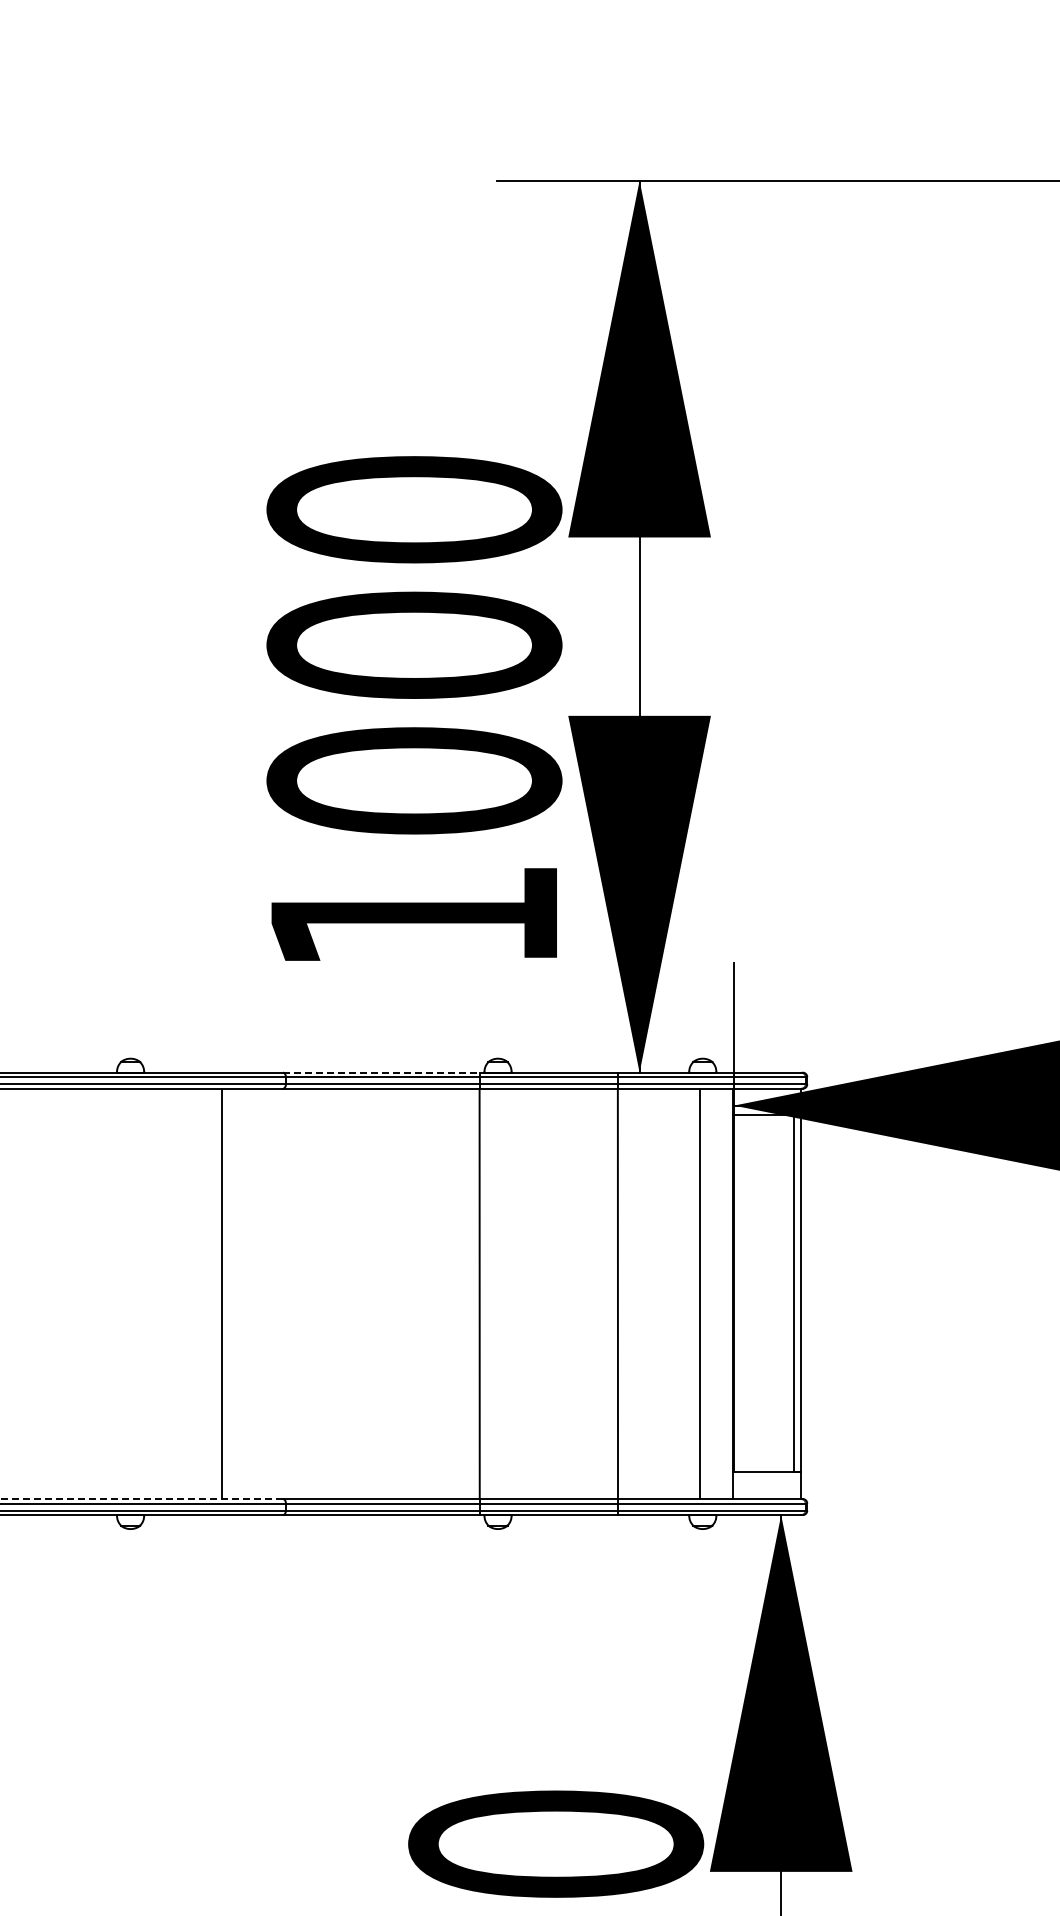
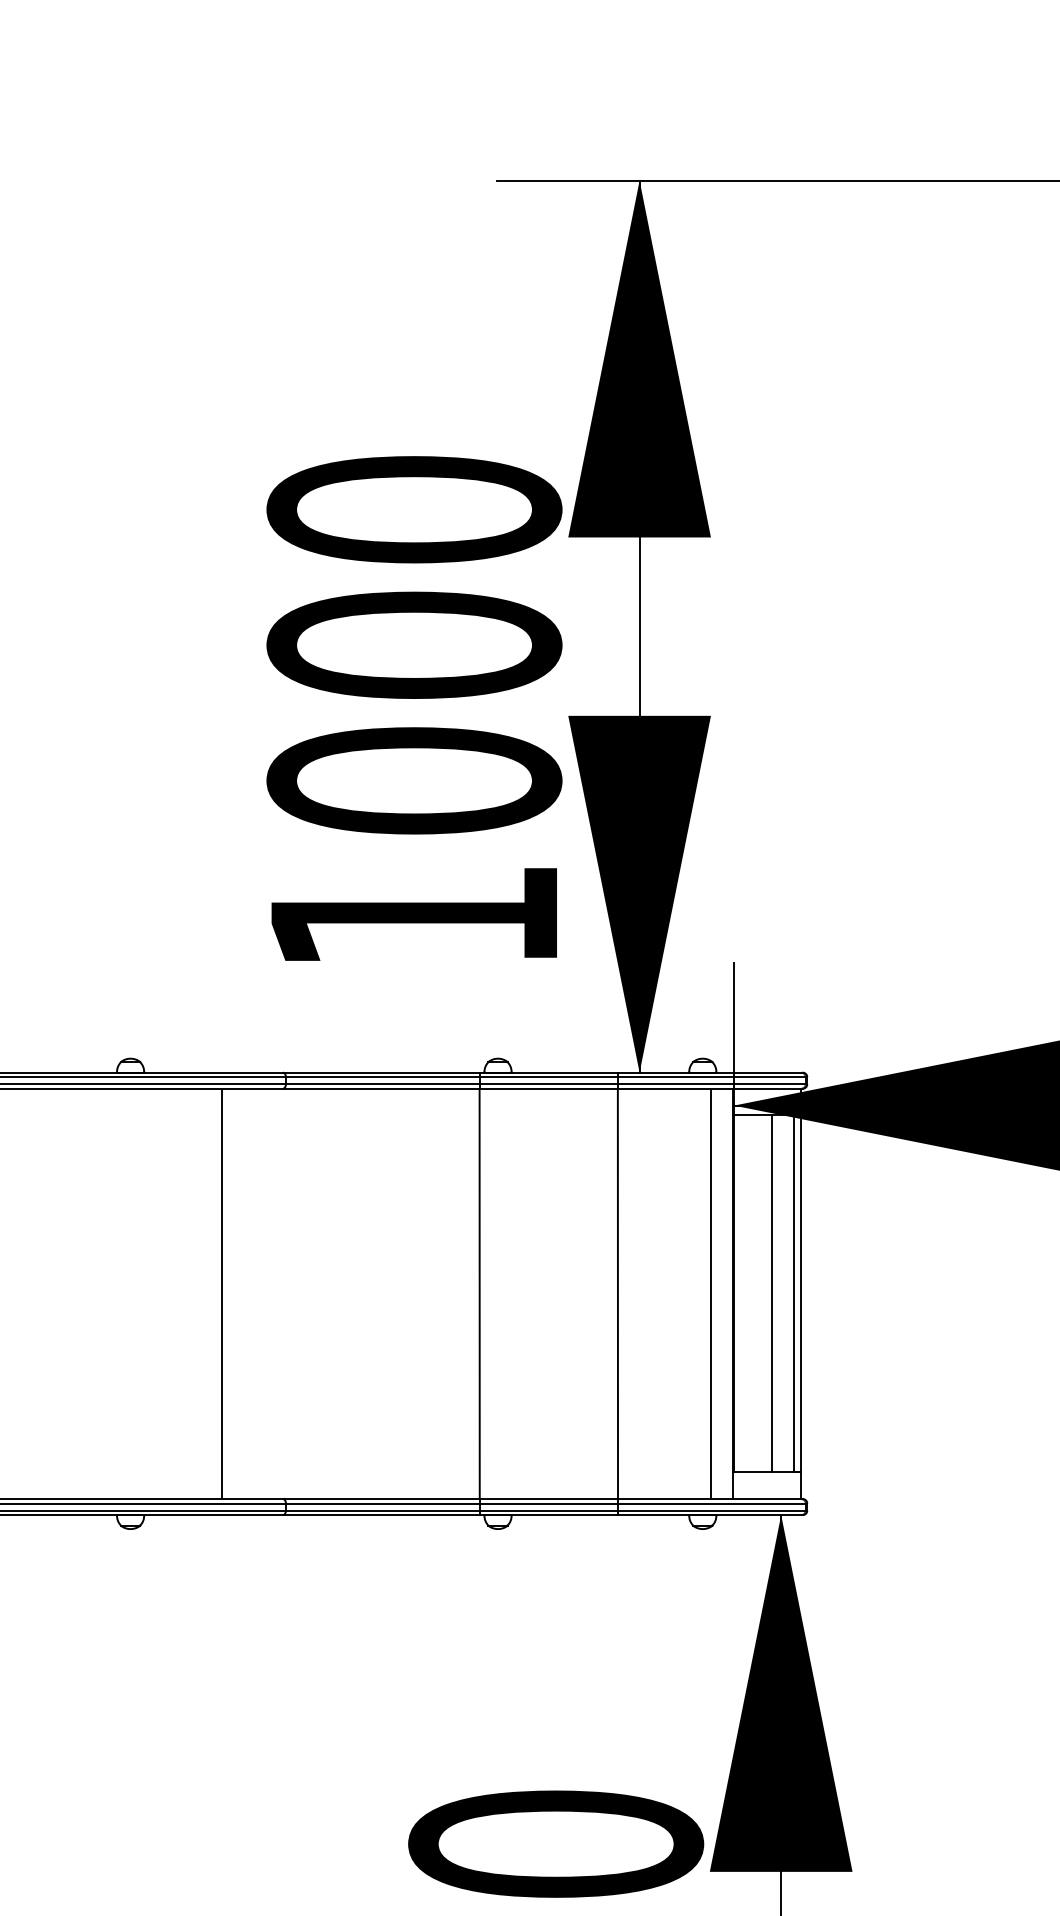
line at (381, 1072): dashed -> solid
line at (700, 1293) position: (700, 1293) -> (711, 1293)
line at (772, 1293): none -> present
line at (141, 1499): dashed -> solid
